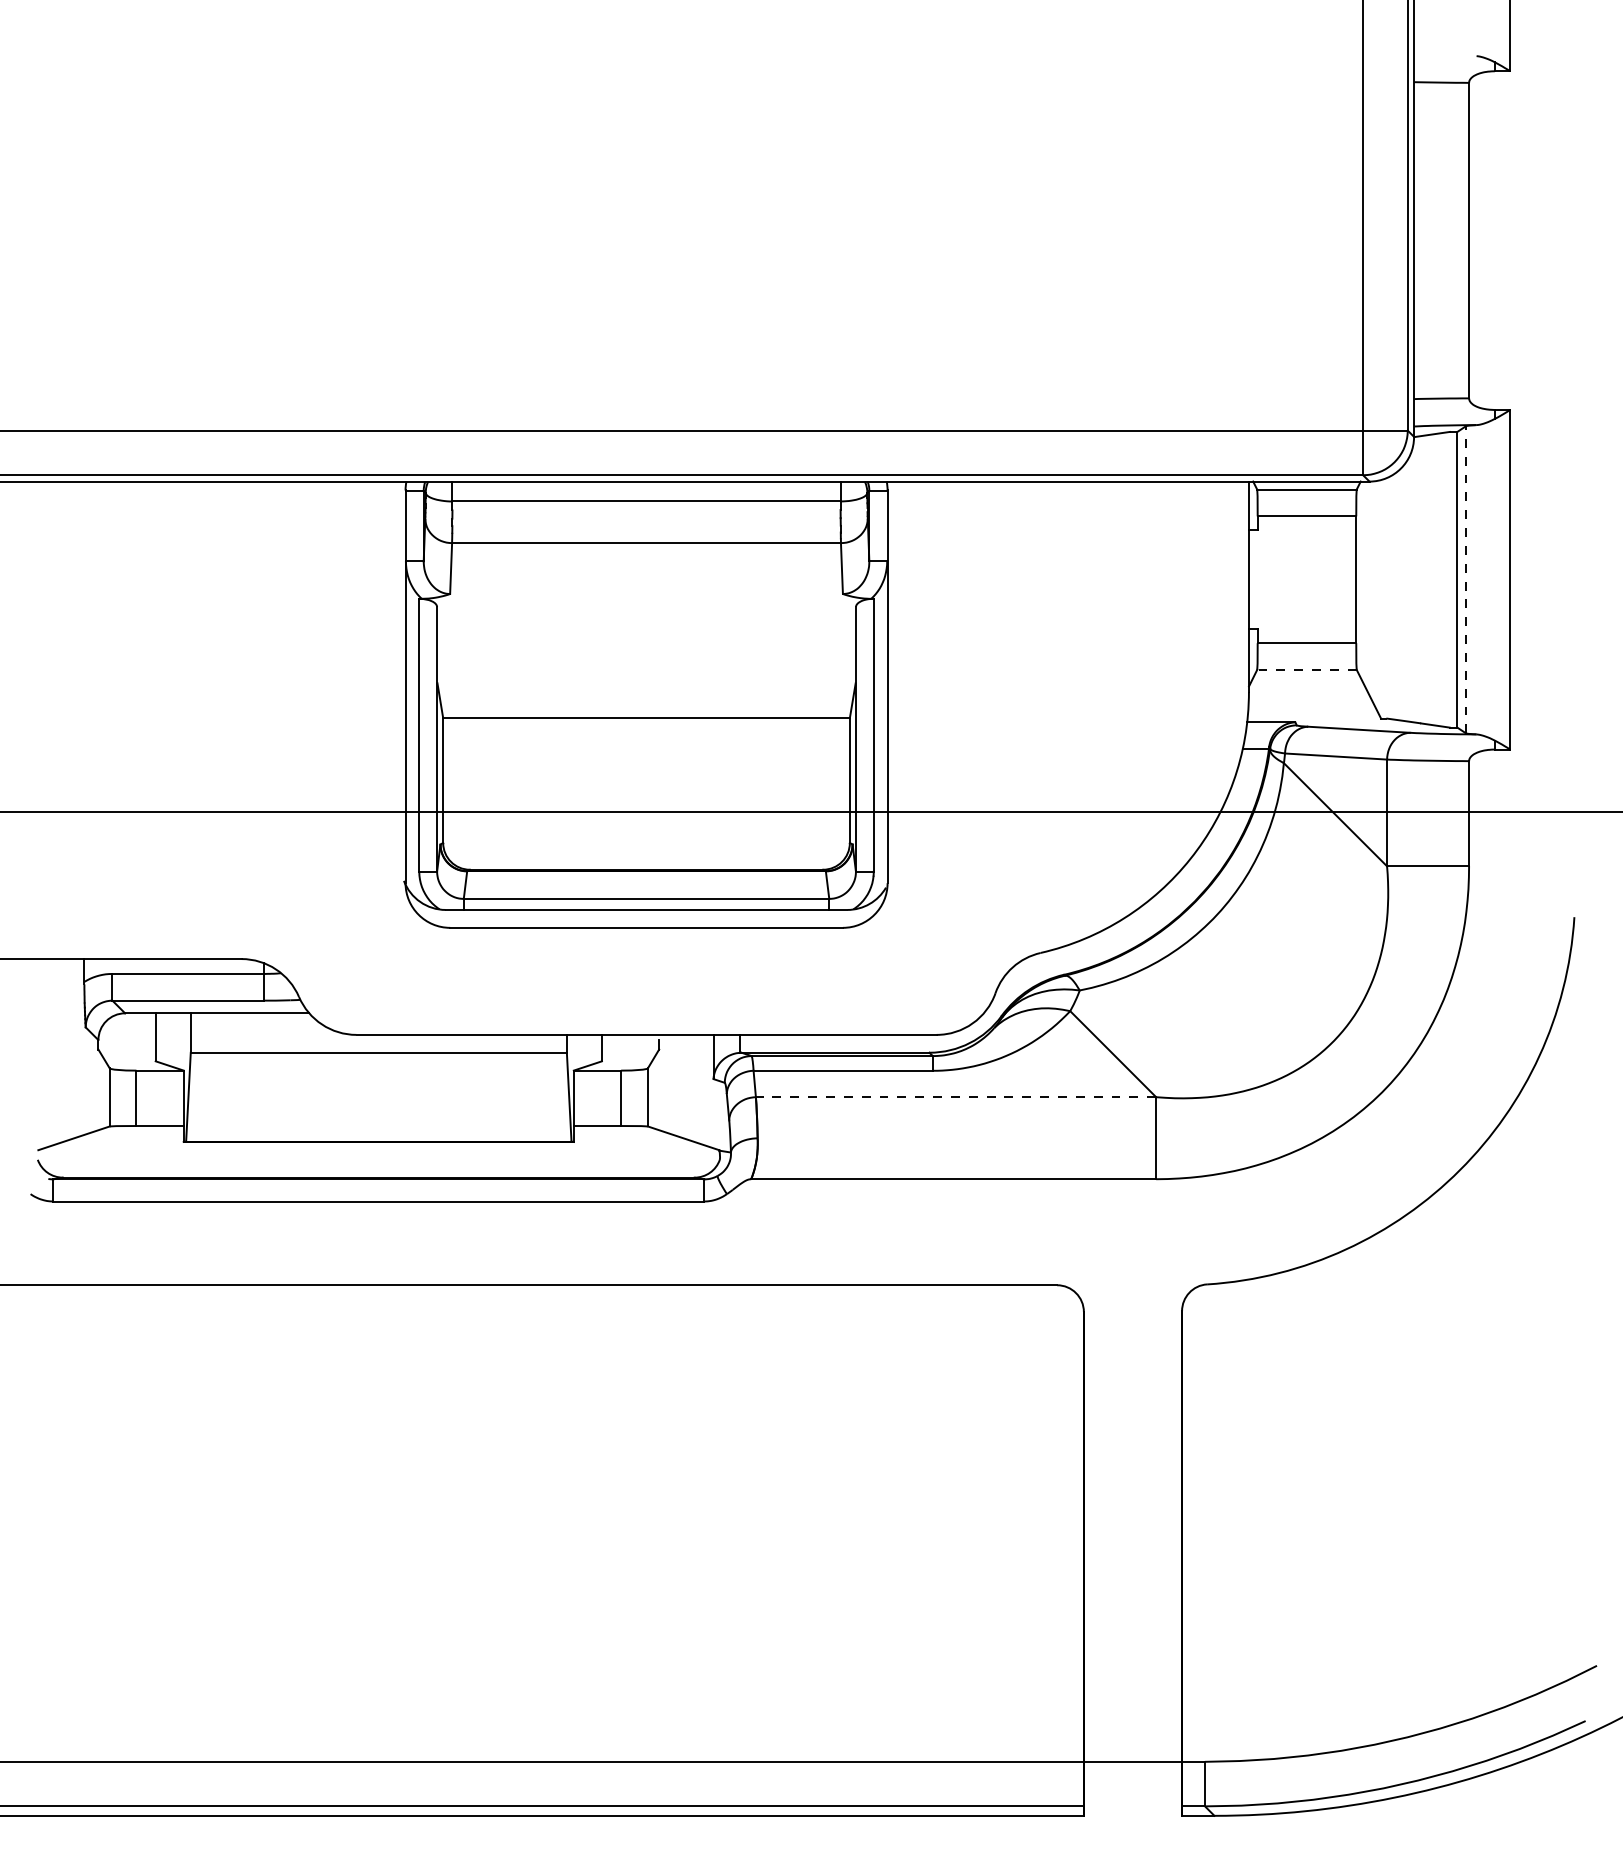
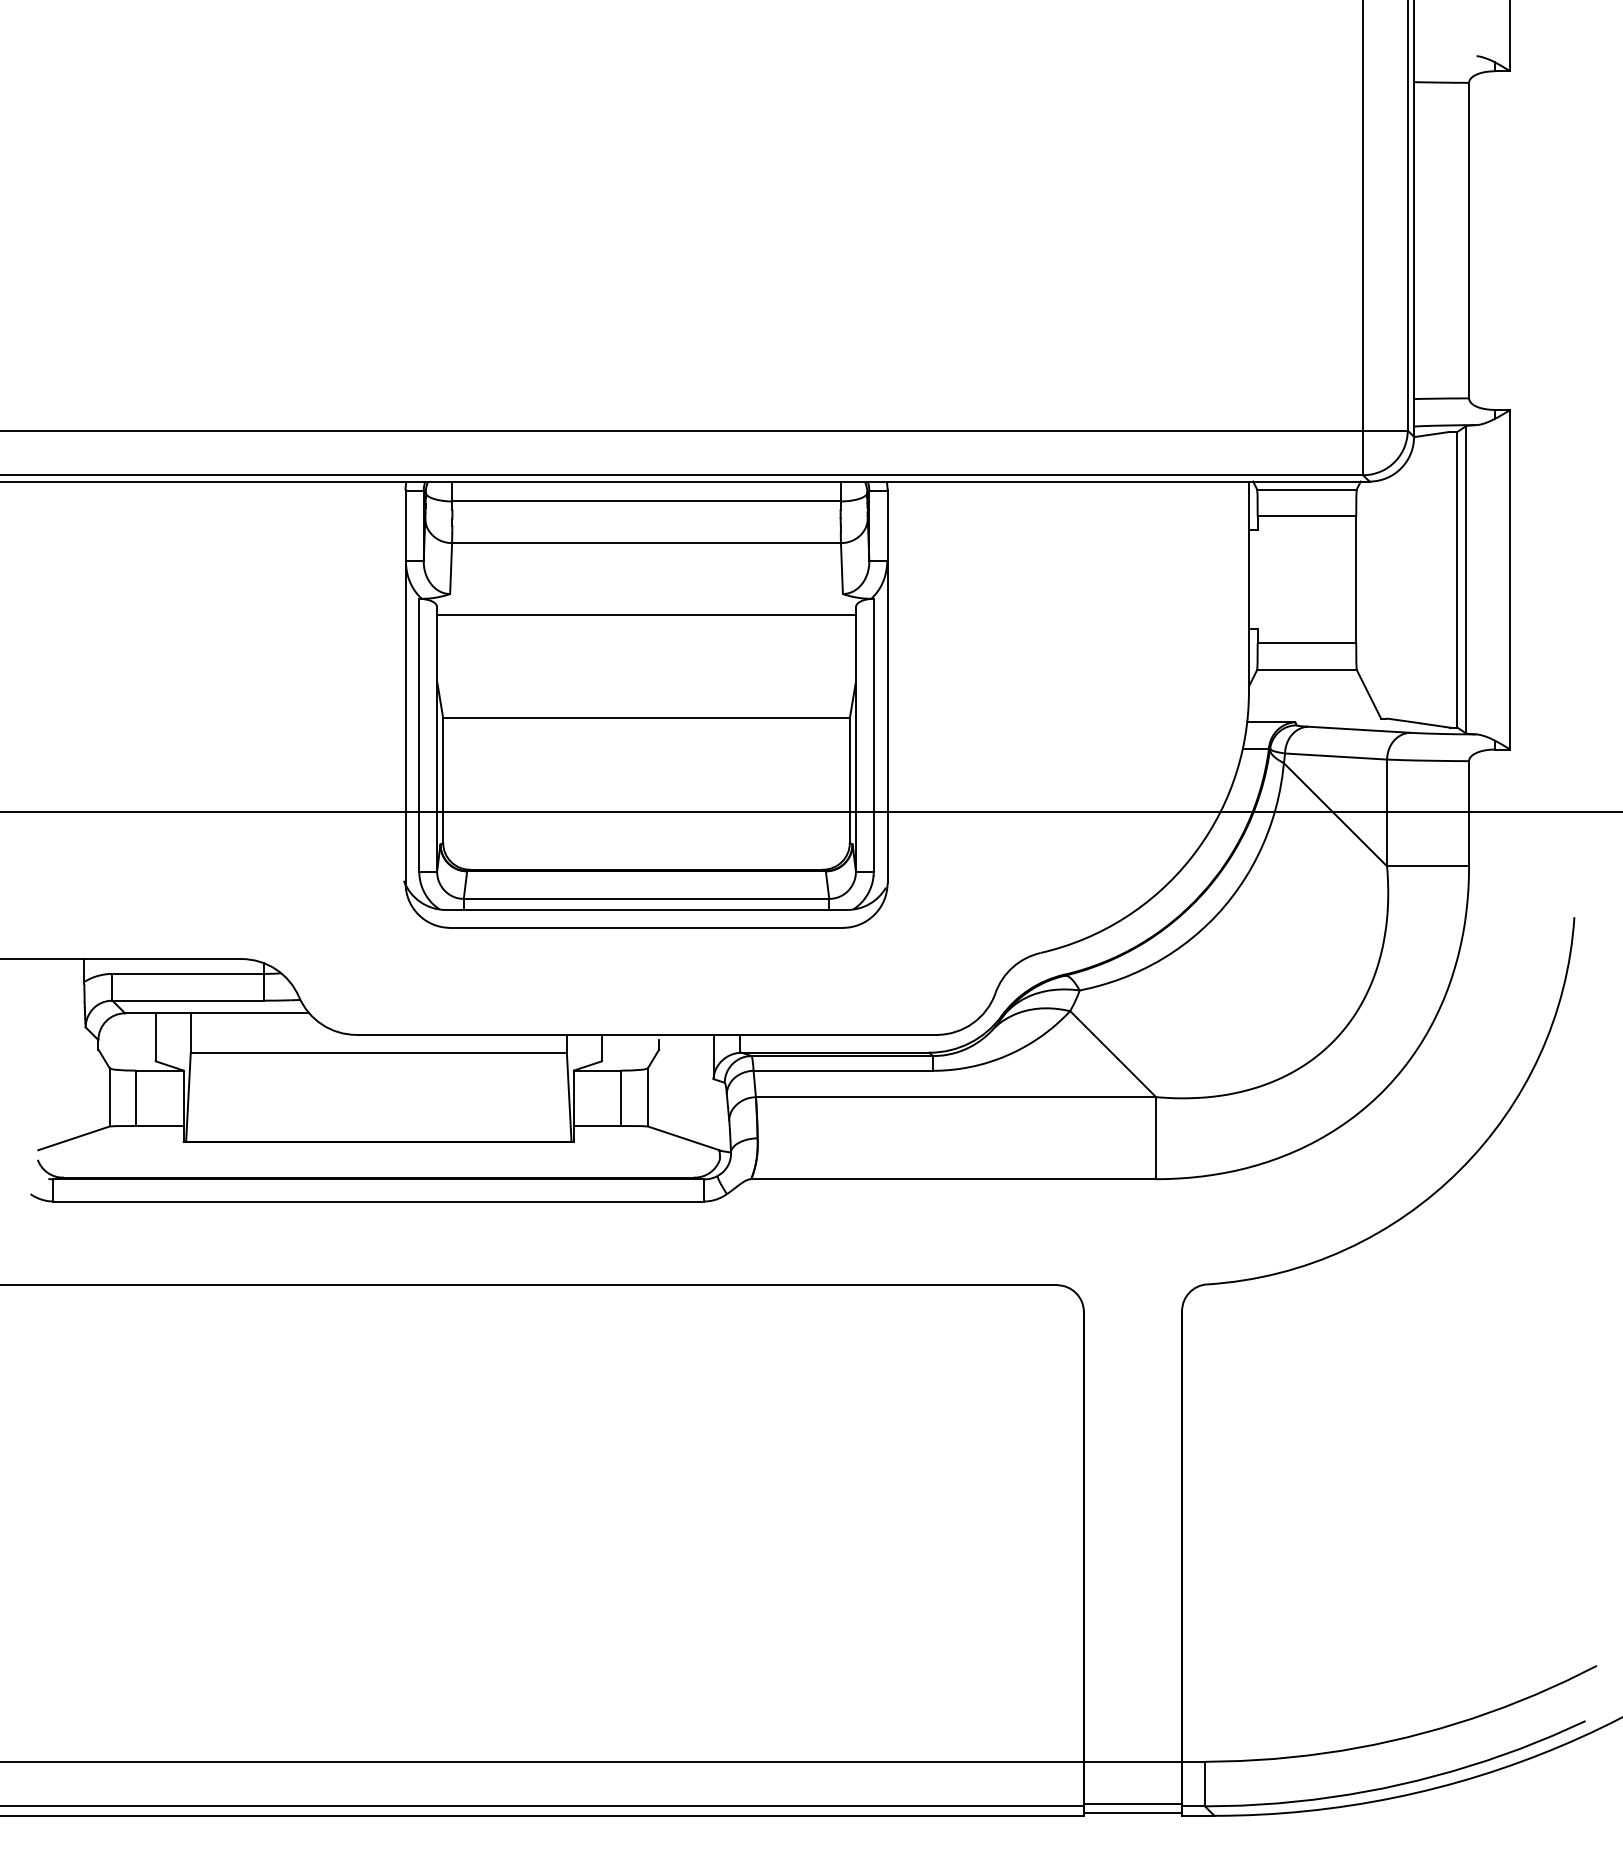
line at (1465, 579): dashed -> solid
line at (646, 615): none -> present
line at (1306, 669): dashed -> solid
line at (955, 1097): dashed -> solid
line at (1132, 1803): none -> present
line at (1132, 1813): none -> present
